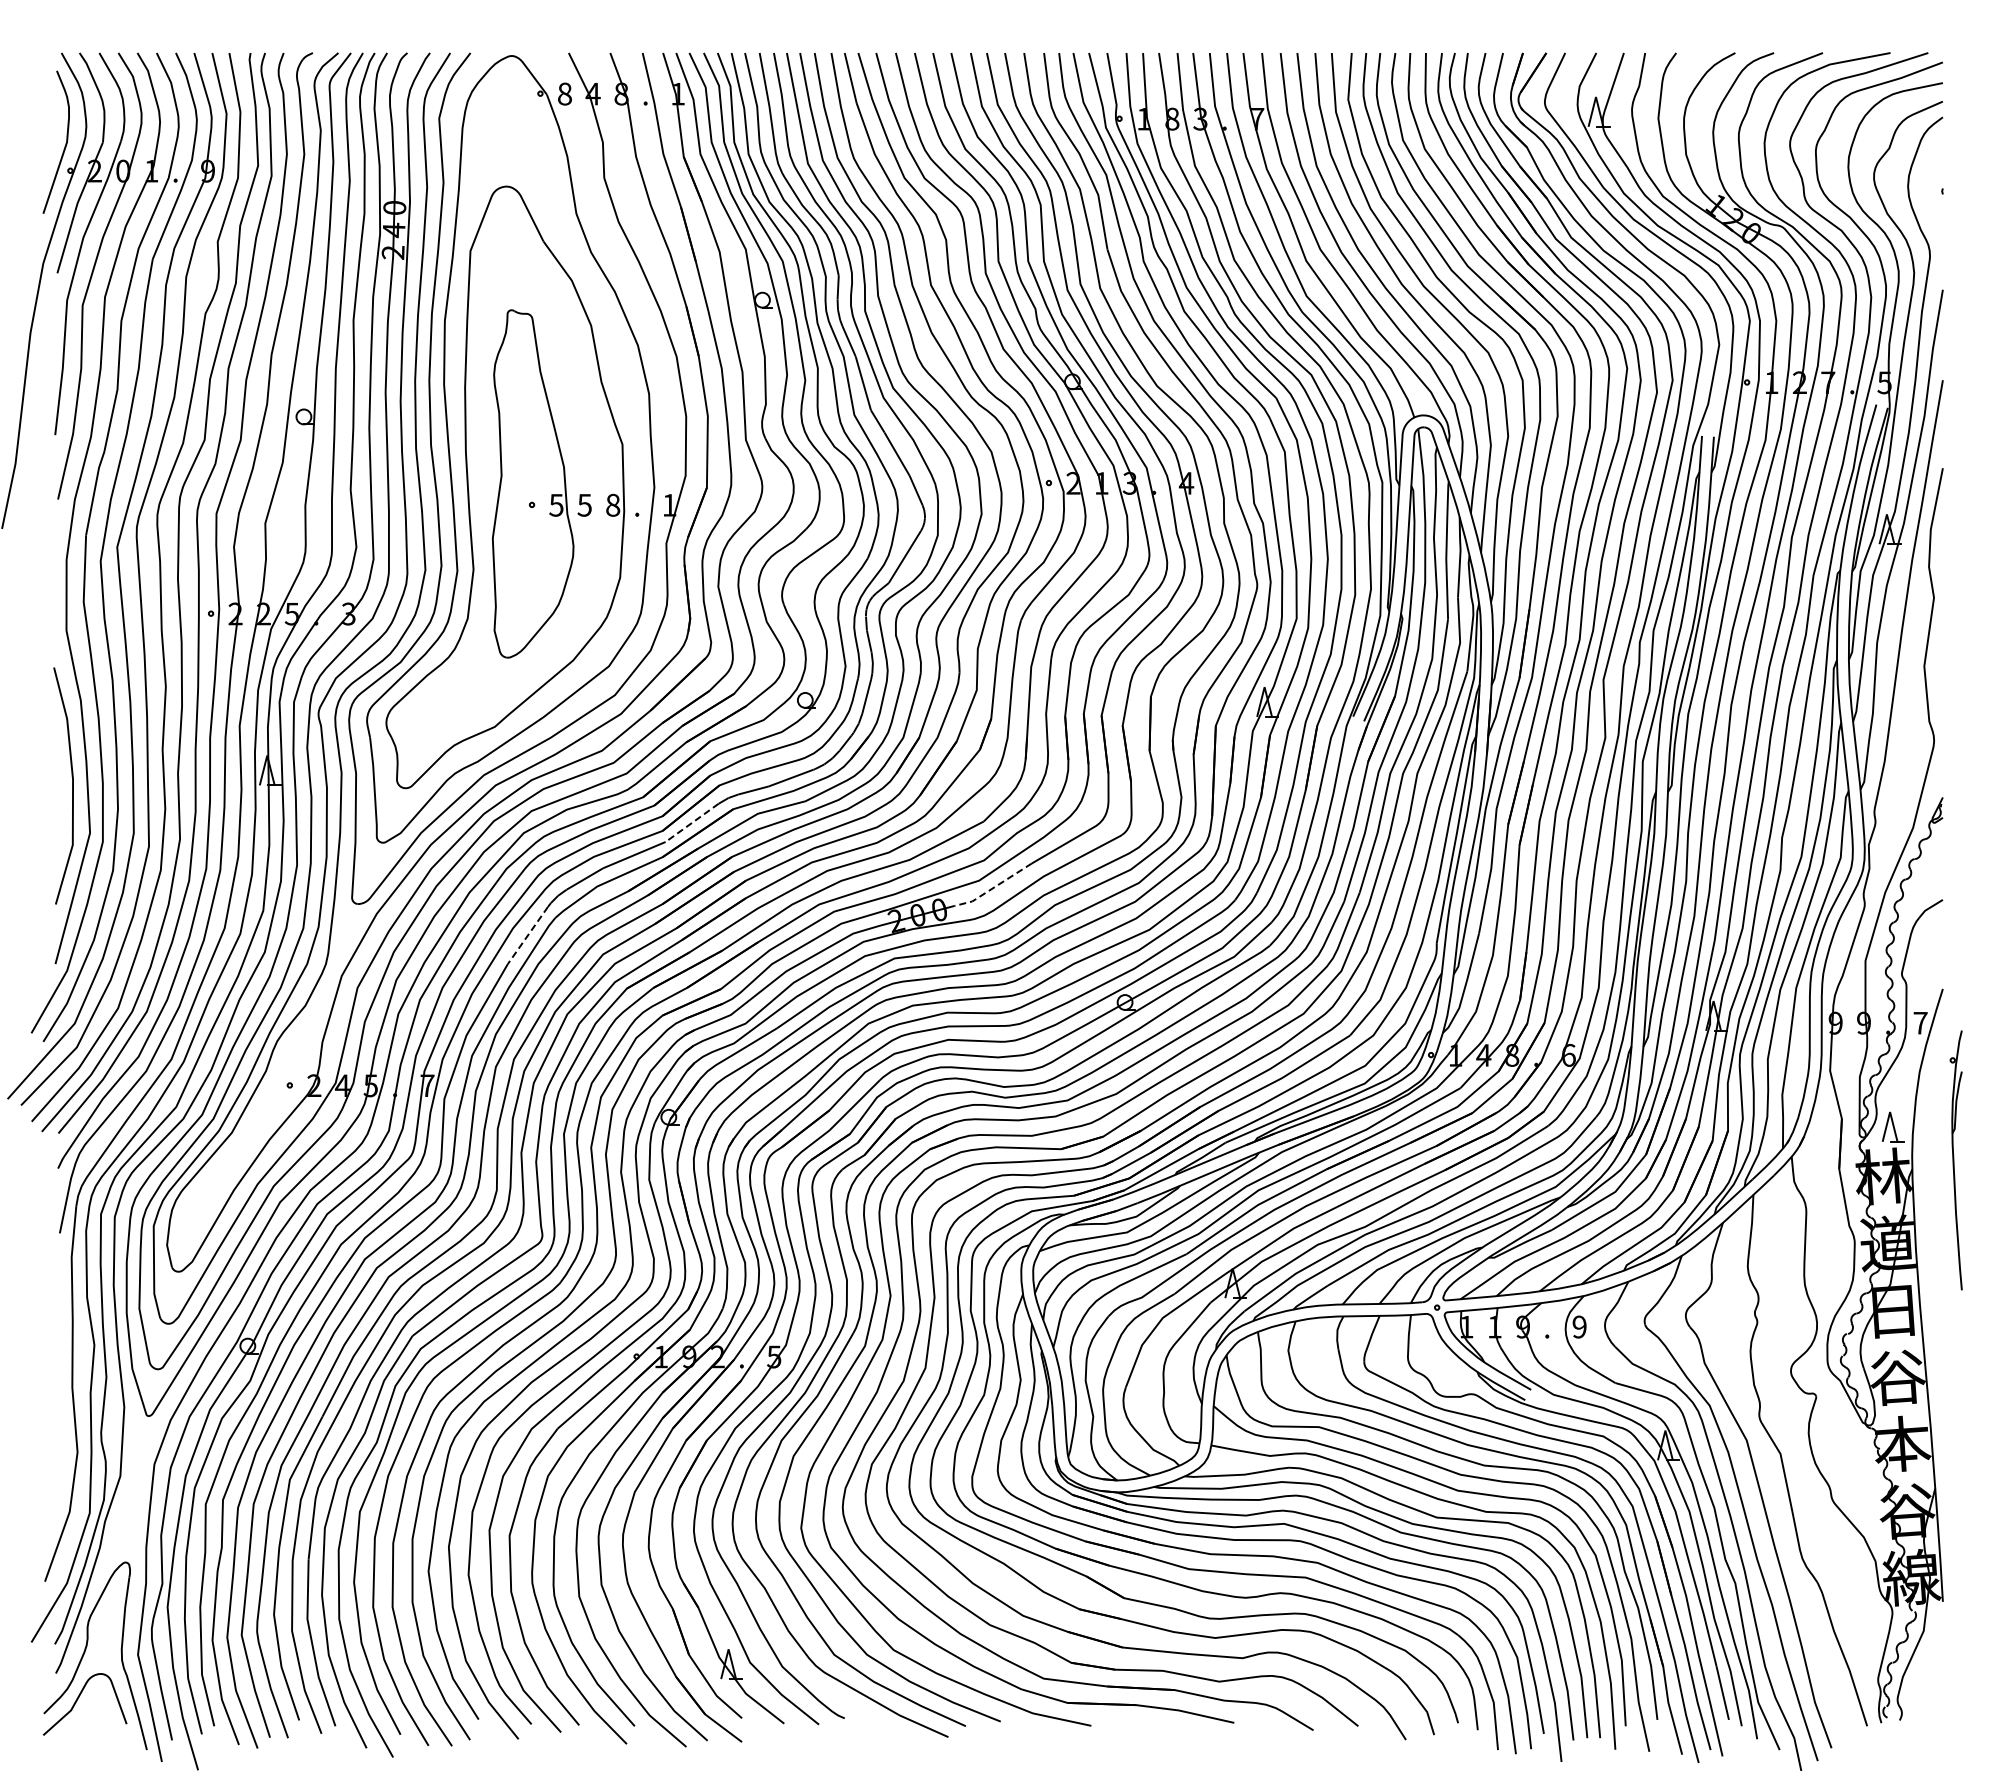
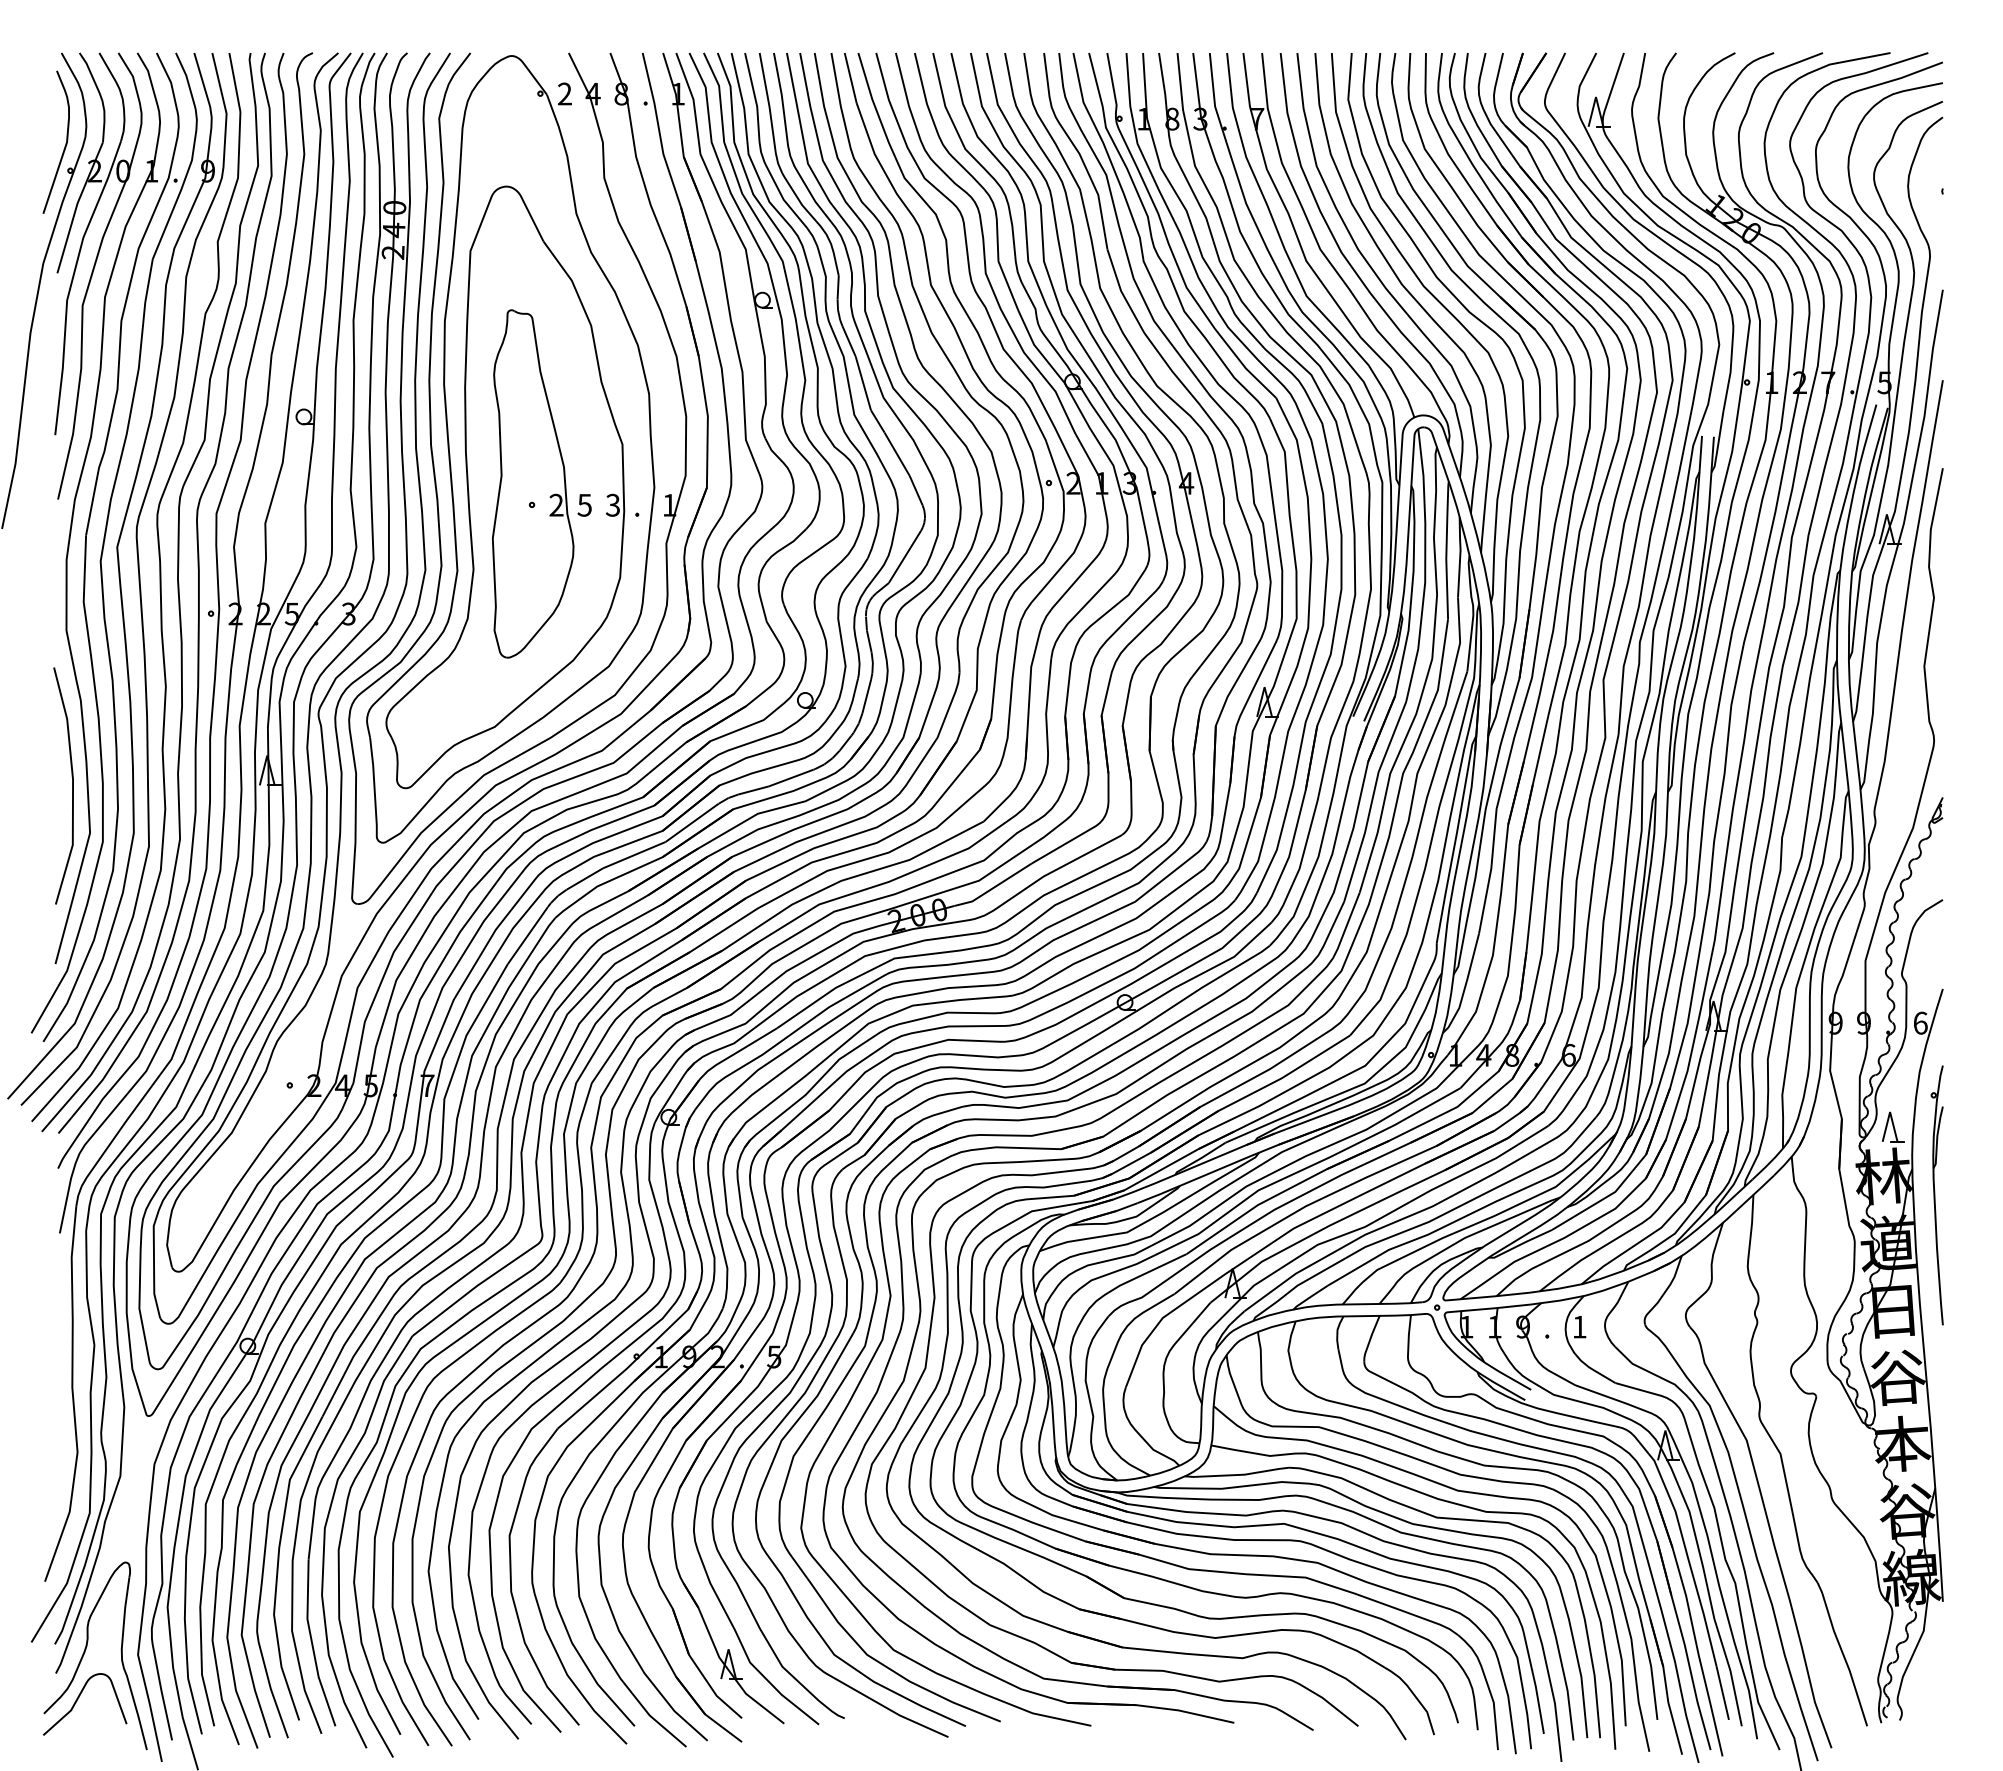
text at (564, 93): 8 -> 2
text at (556, 504): 5 -> 2
text at (612, 504): 8 -> 3
line at (692, 822): dashed -> solid
line at (993, 888): dashed -> solid
line at (527, 935): dashed -> solid
text at (1920, 1022): 7 -> 6
part at (1955, 1160) position: (1955, 1160) -> (1936, 1195)
text at (1579, 1326): 9 -> 1
